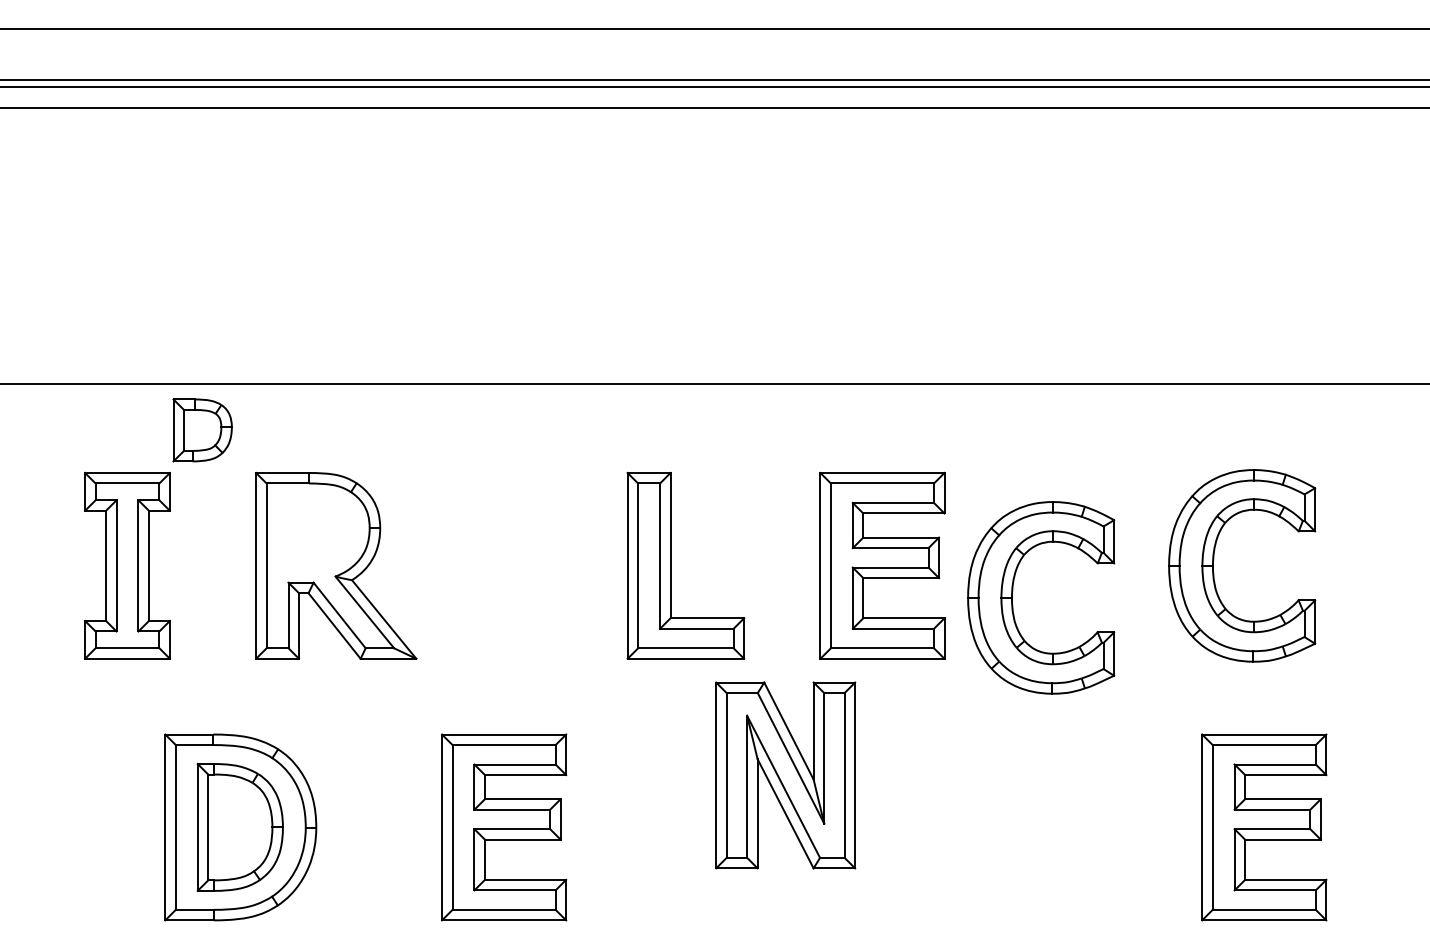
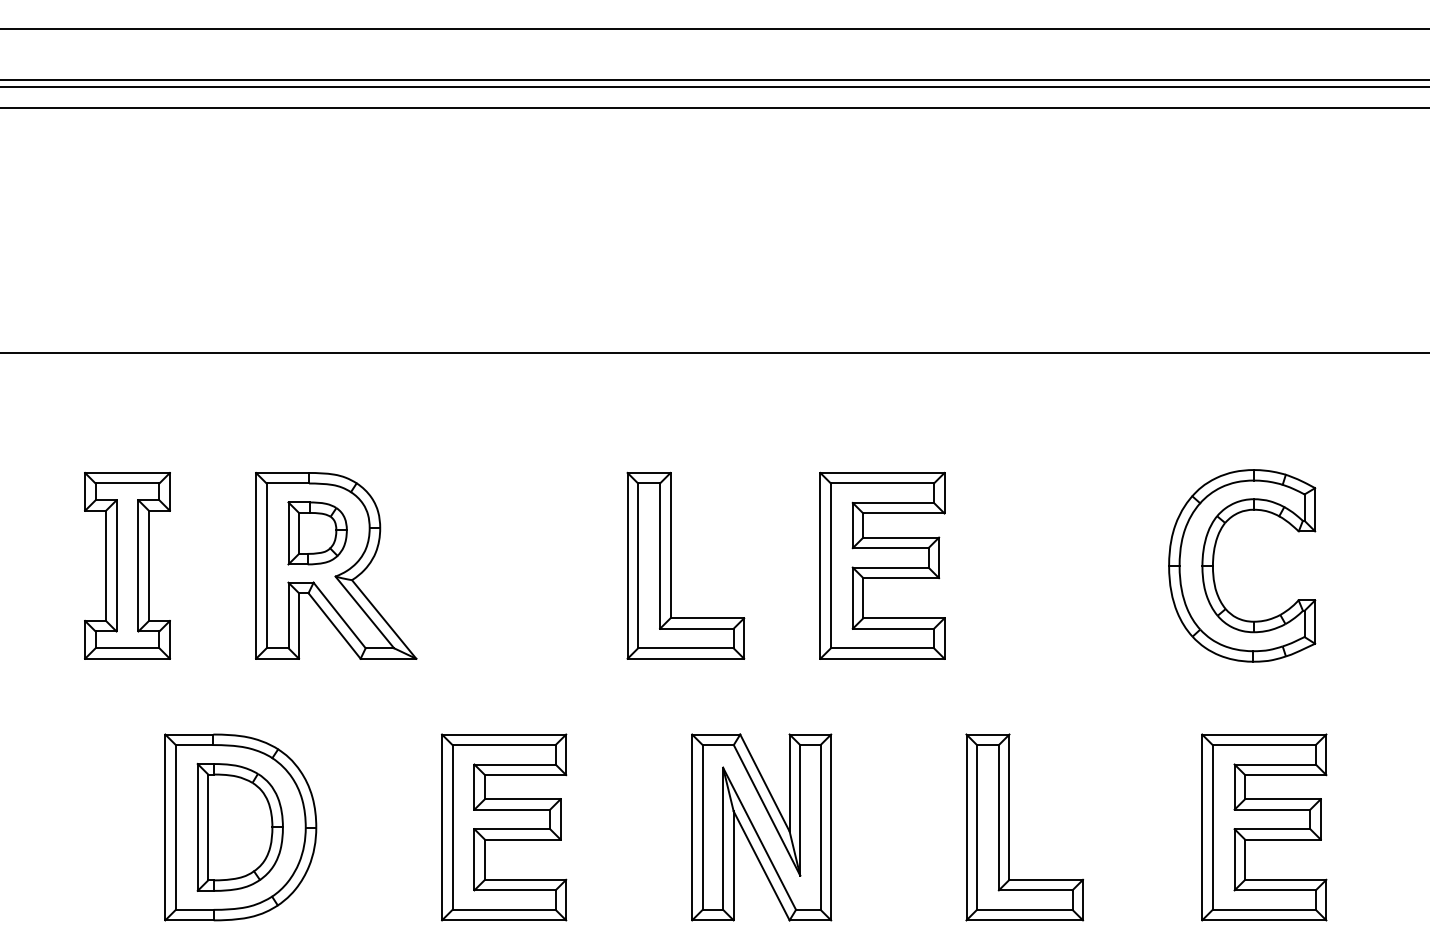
line at (714, 384) position: (714, 384) -> (714, 353)
part at (202, 430) position: (202, 430) -> (317, 533)
part at (1013, 591): present -> none
part at (785, 775) position: (785, 775) -> (761, 827)
part at (1009, 827): none -> present
